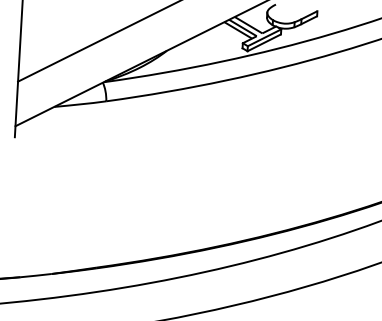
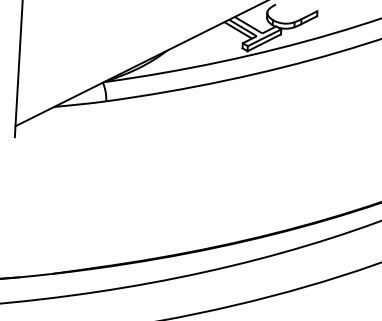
line at (97, 41): present -> none
